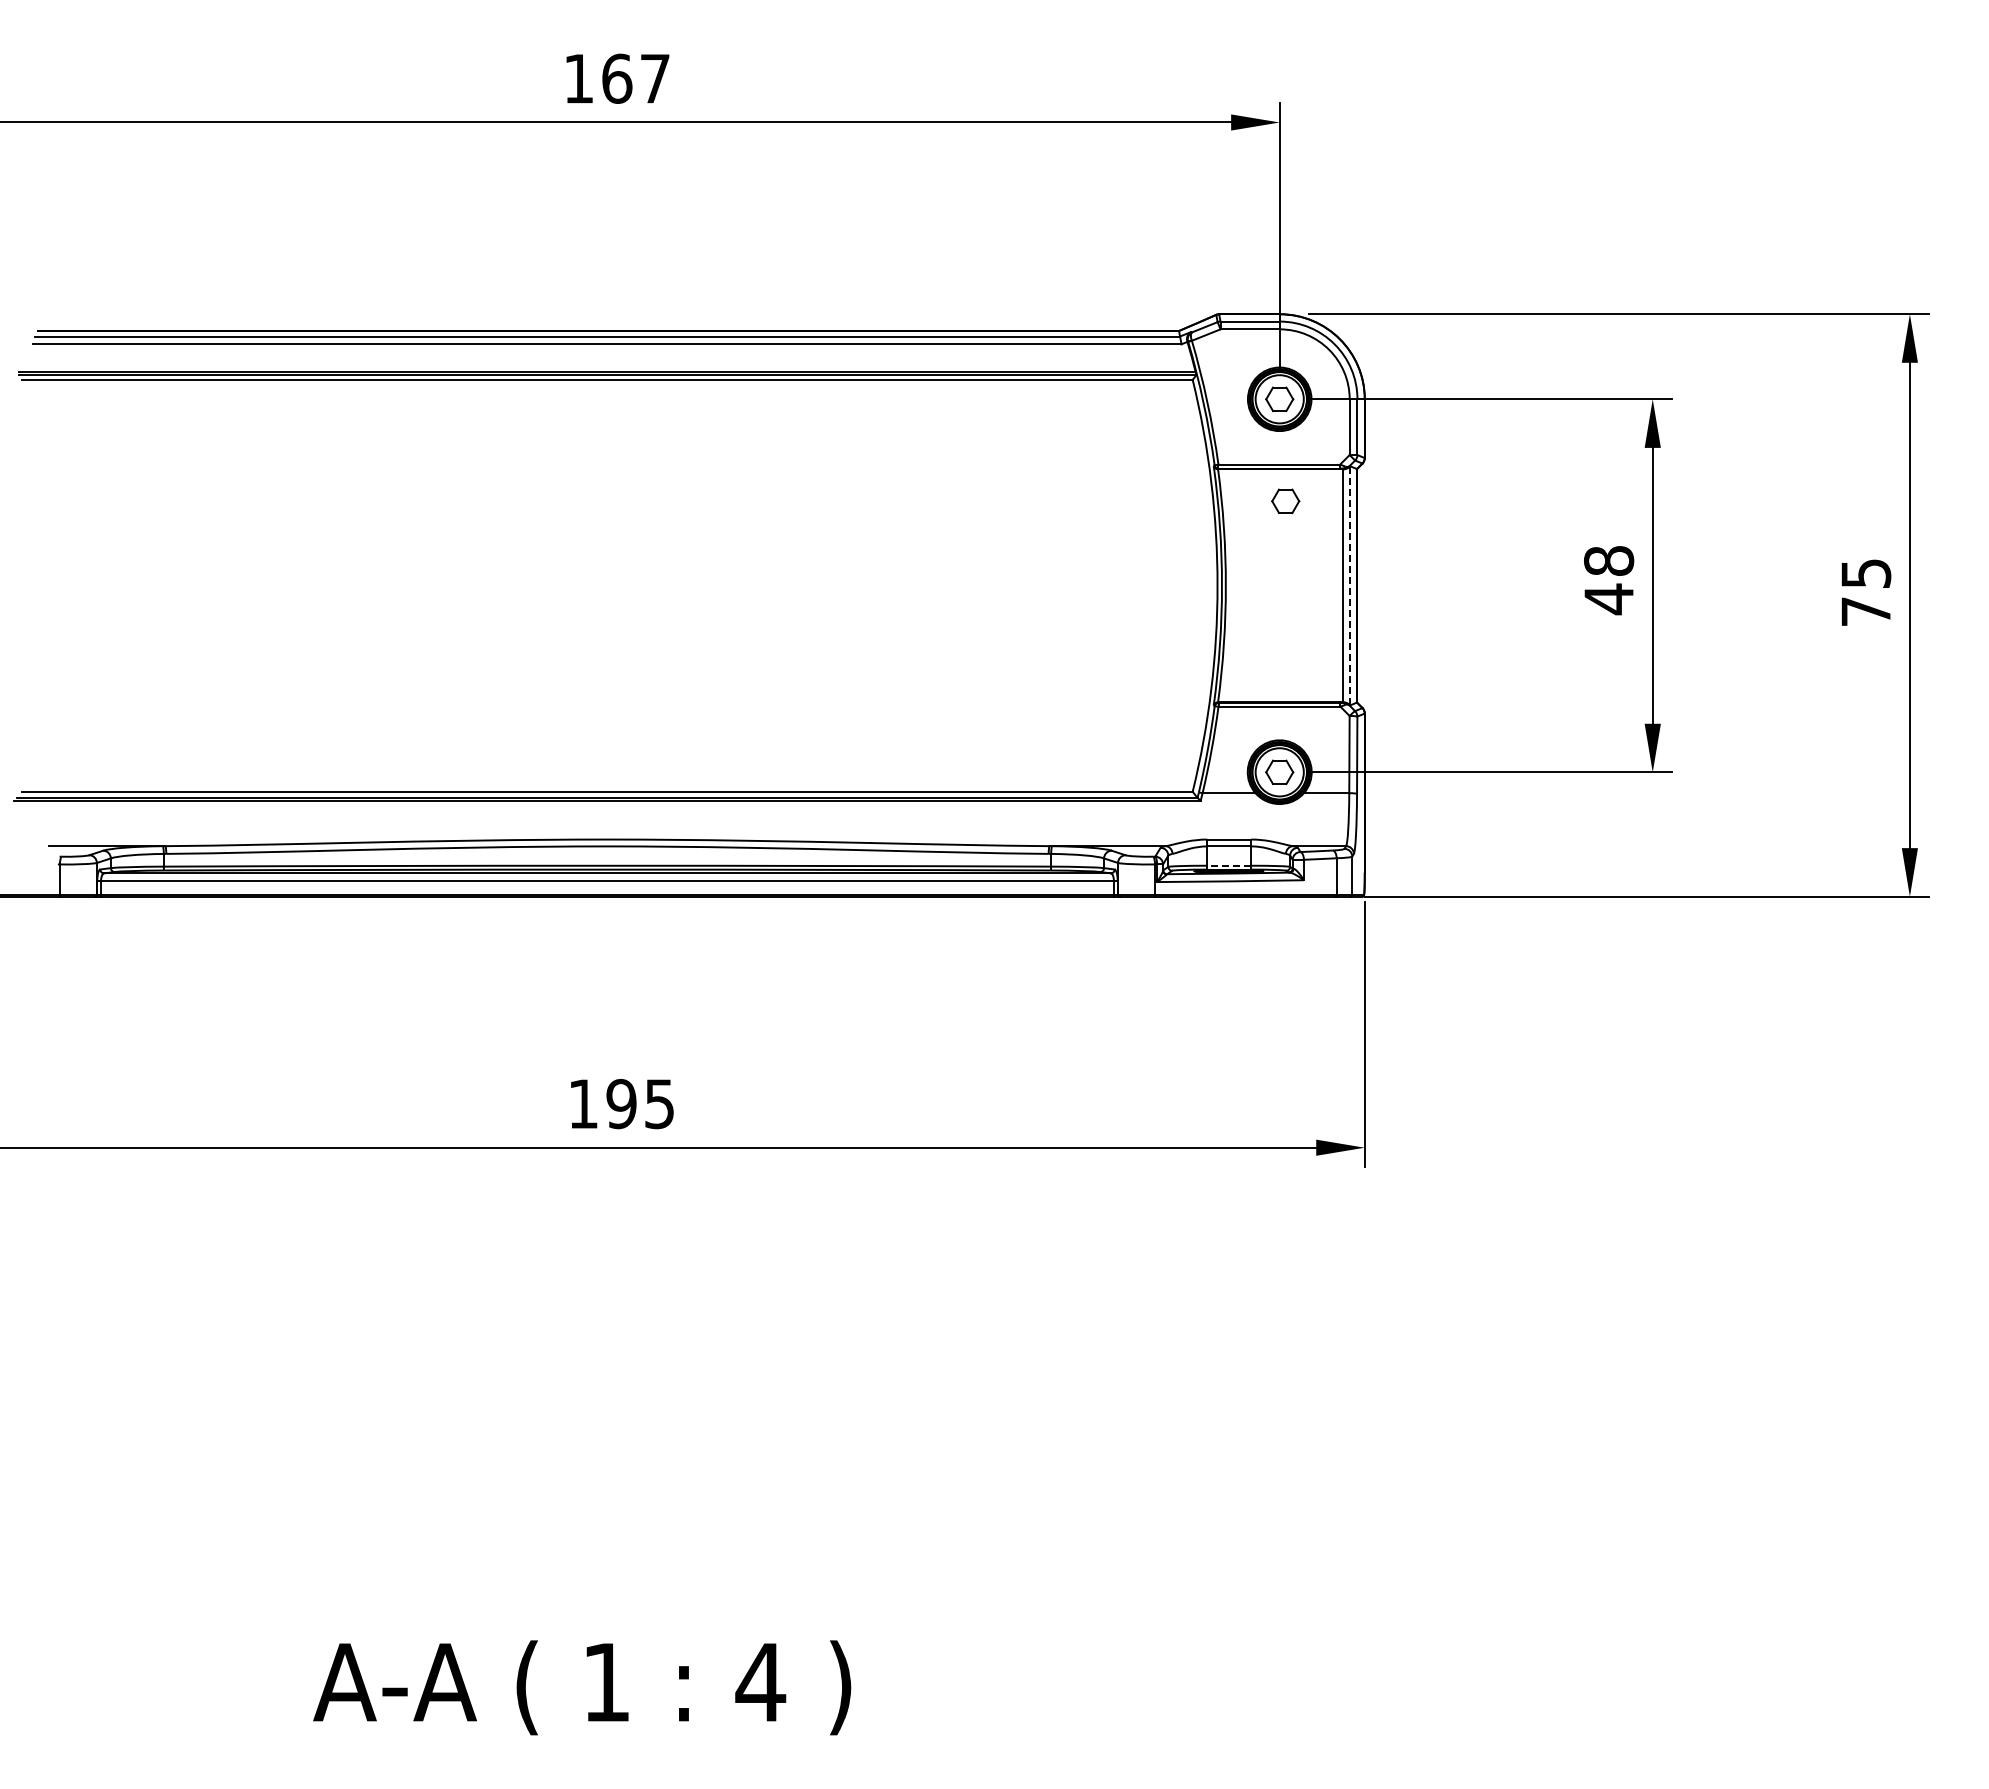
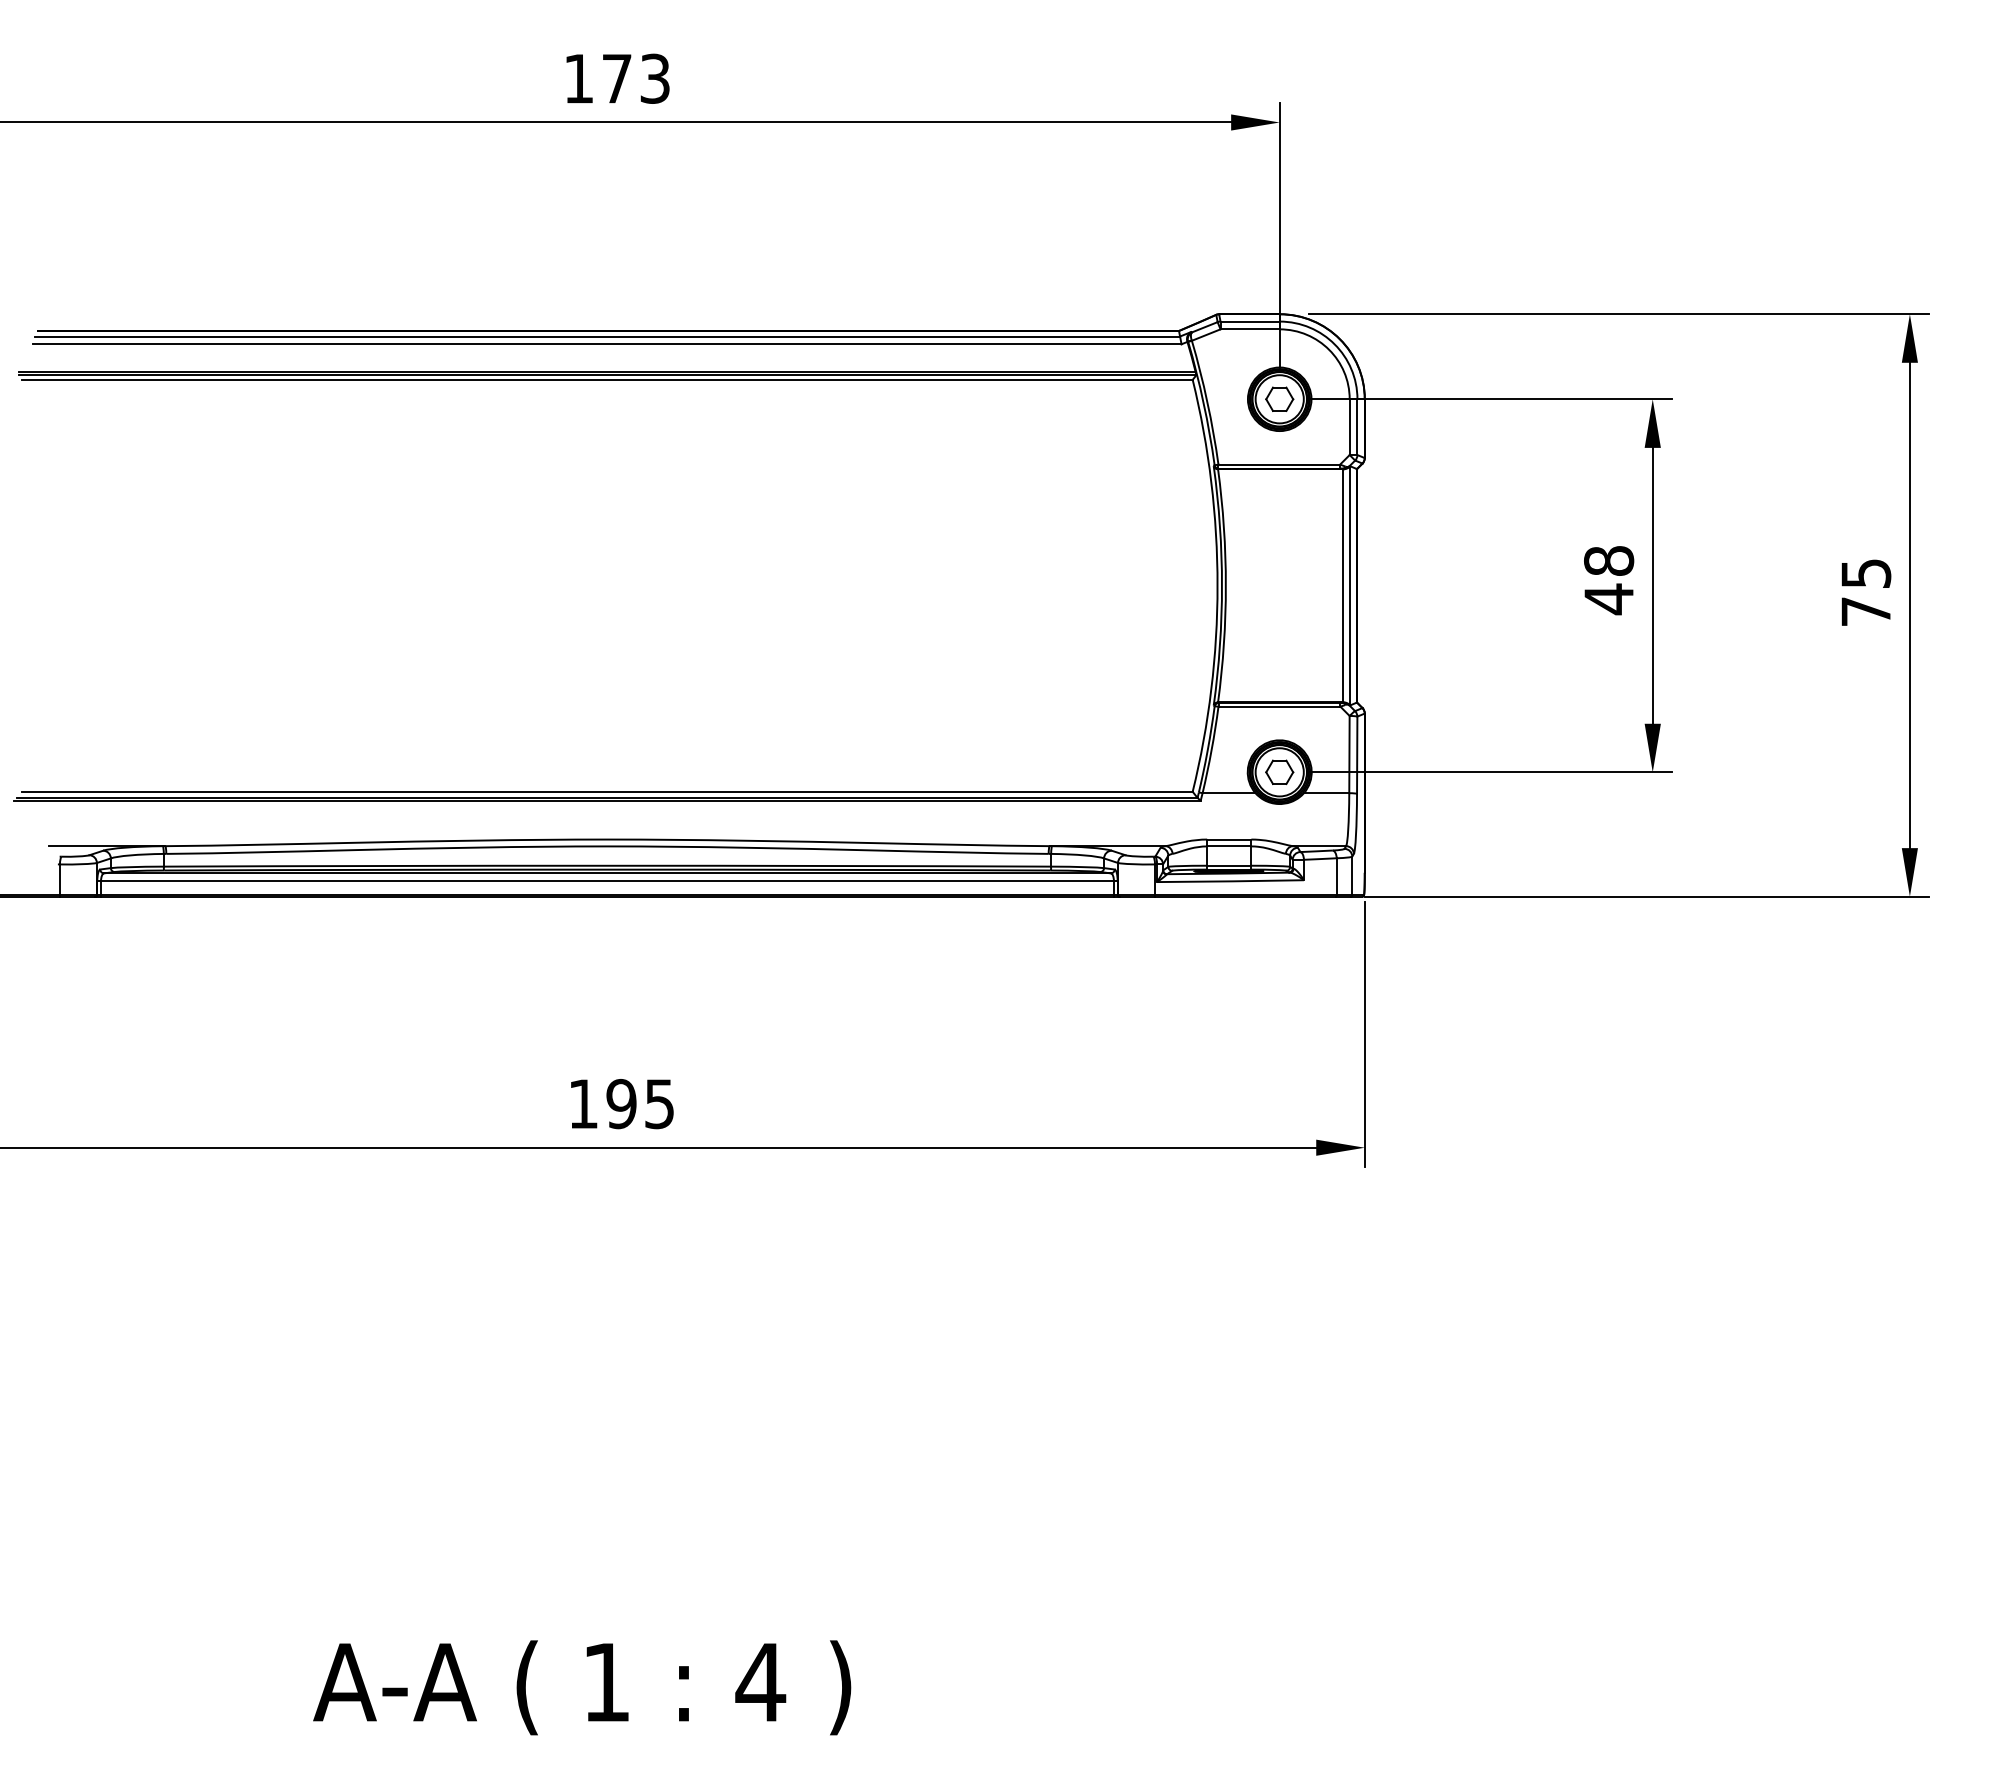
text at (635, 78): 167 -> 173
part at (1285, 500): present -> none
line at (1350, 585): dashed -> solid
line at (1228, 865): dashed -> solid
